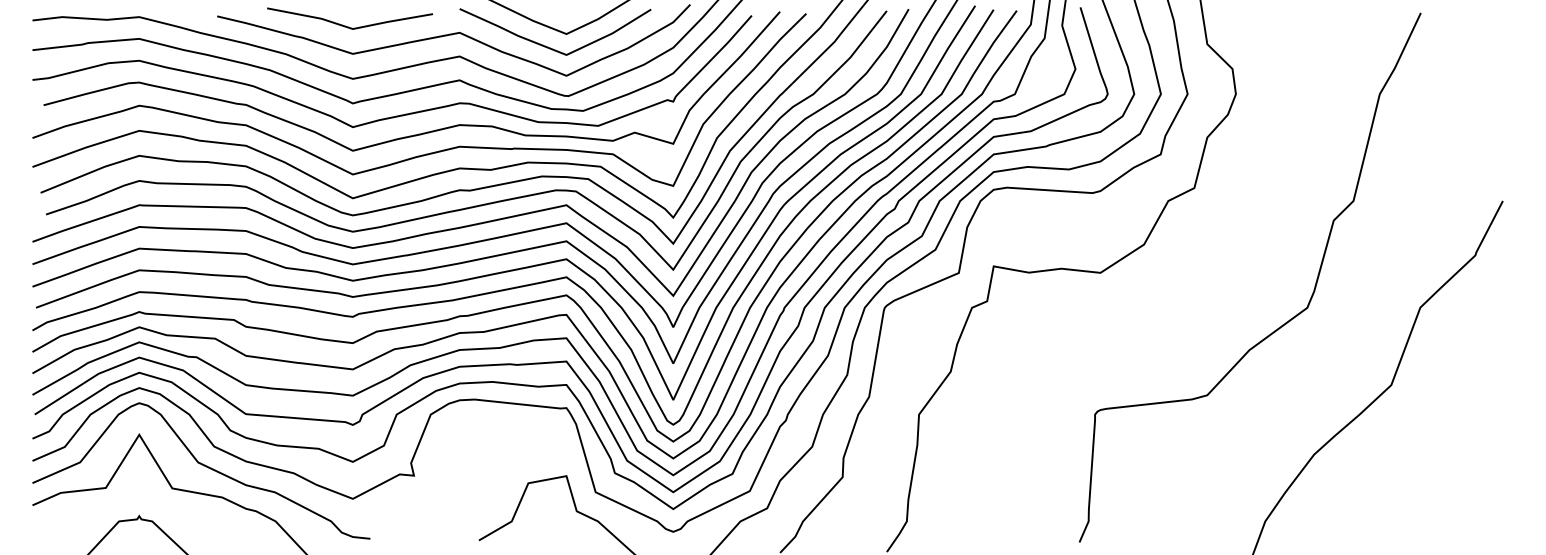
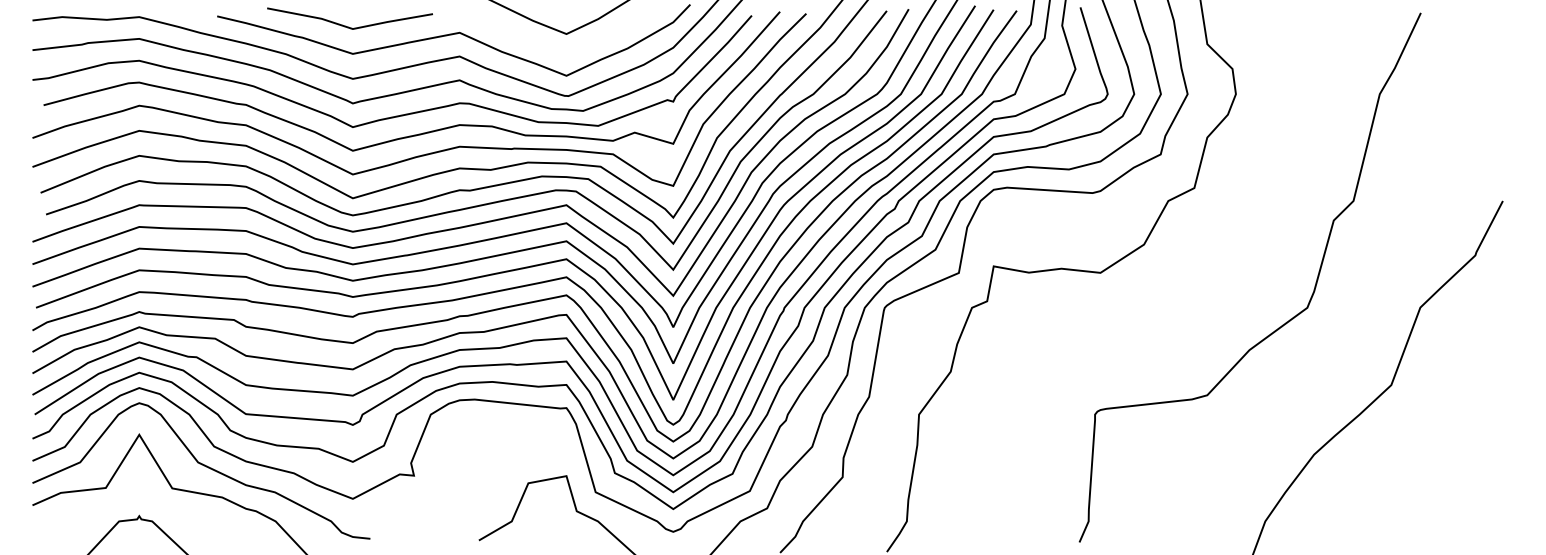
curve at (548, 46): present -> none
